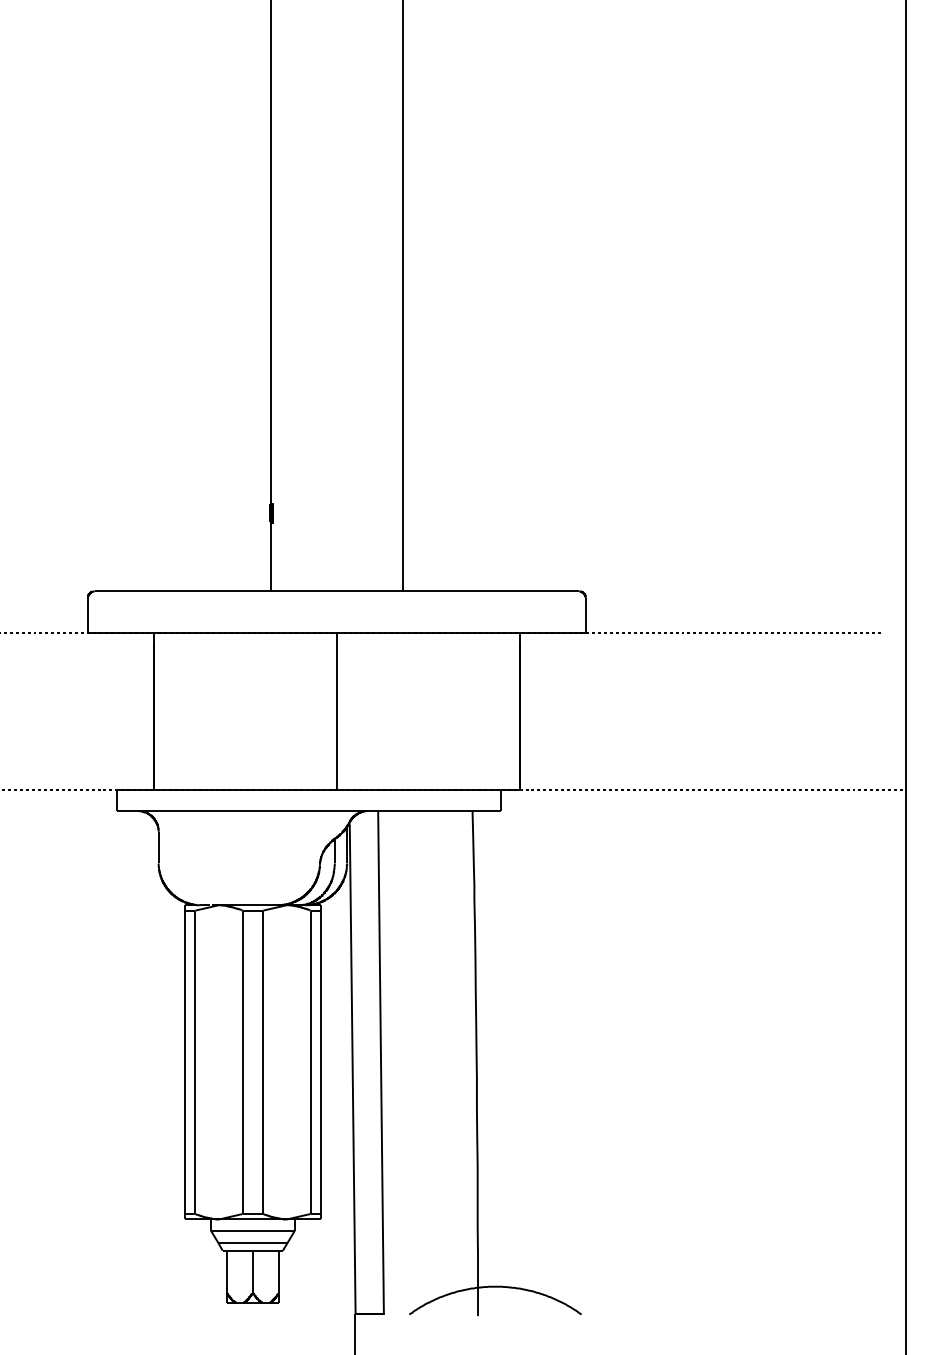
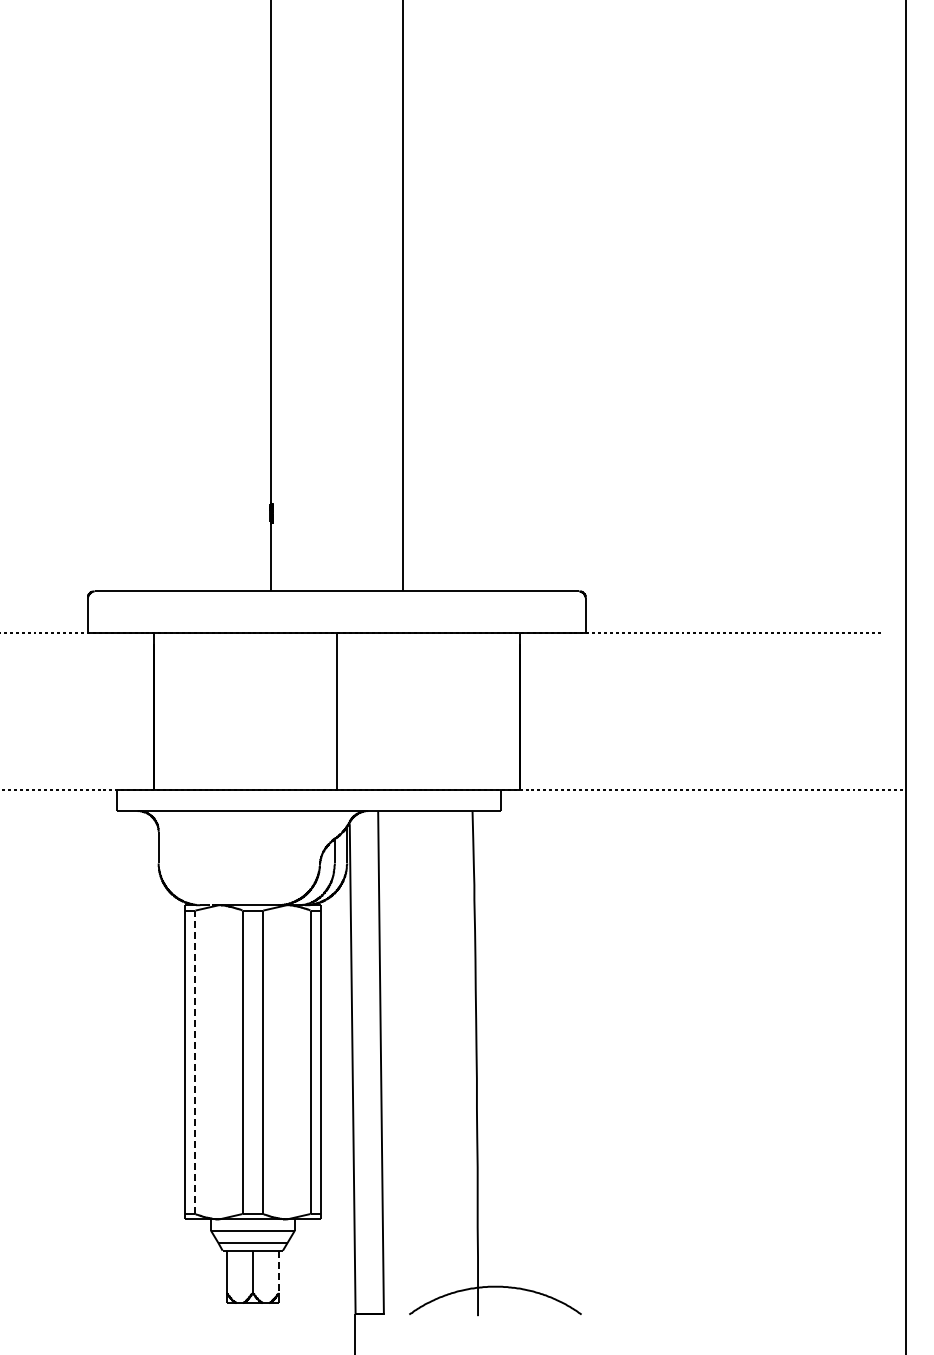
line at (195, 1062): solid -> dashed
line at (278, 1272): solid -> dashed
